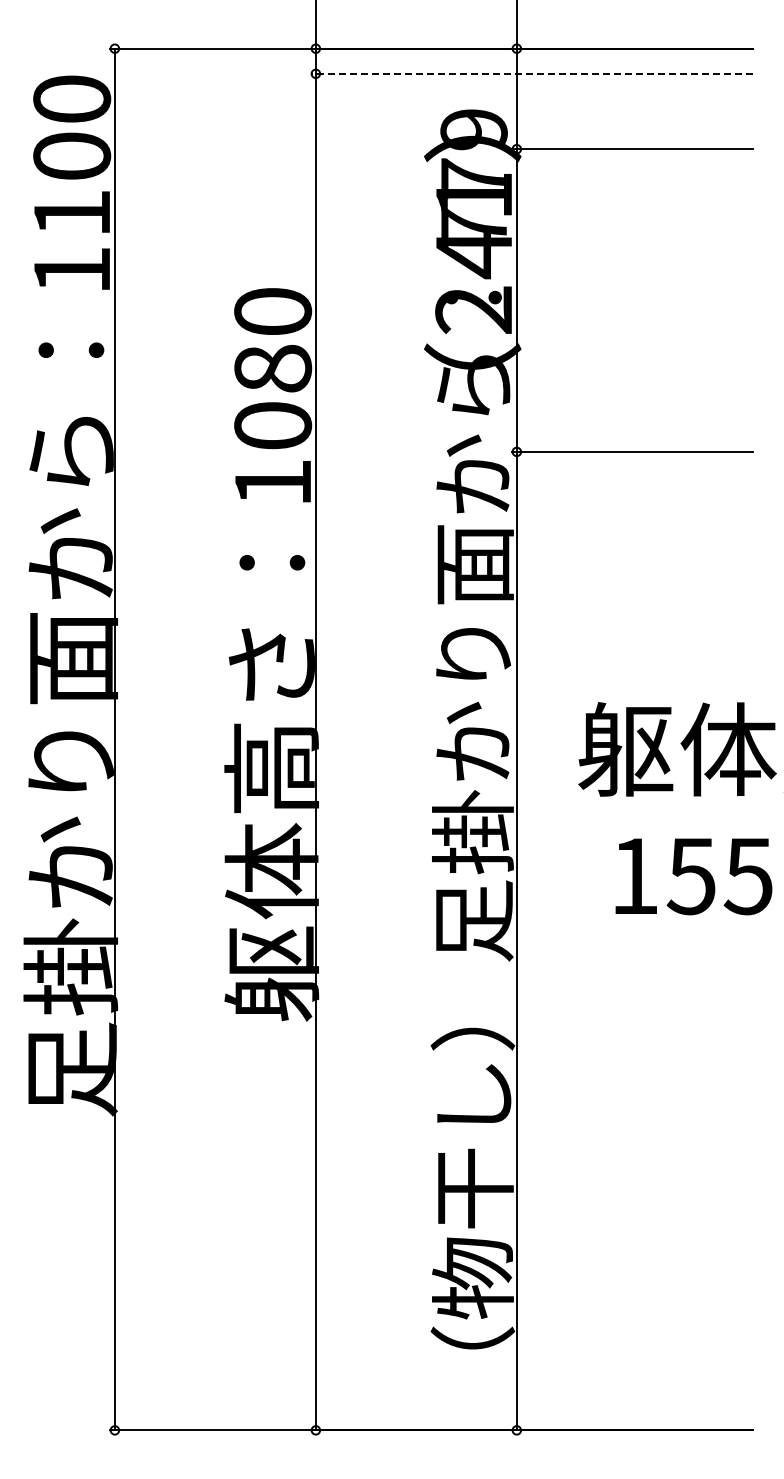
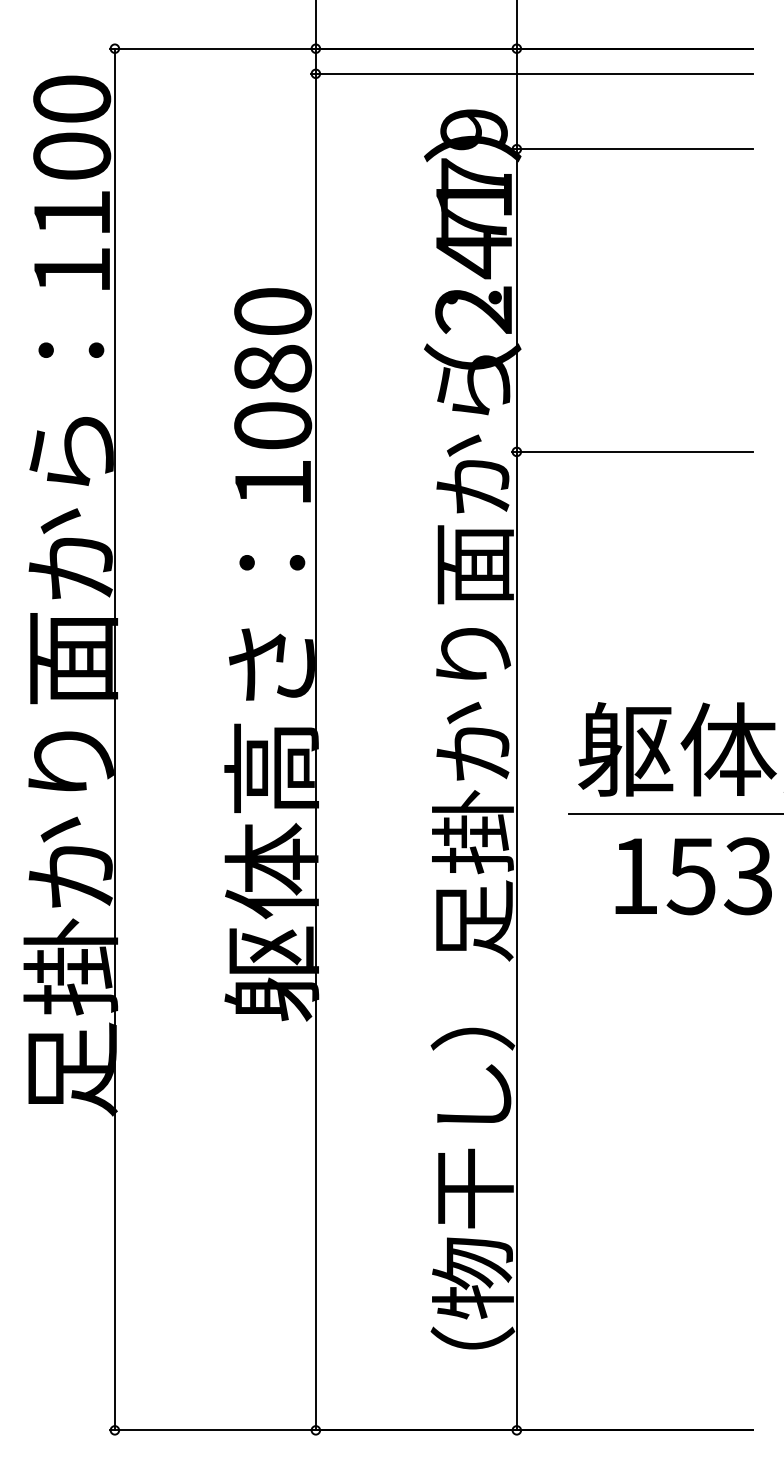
line at (531, 73): dashed -> solid
line at (674, 813): none -> present
text at (747, 875): 155 -> 153
